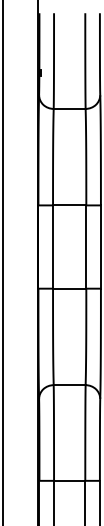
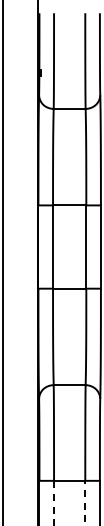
line at (85, 502): solid -> dashed
line at (54, 503): solid -> dashed
